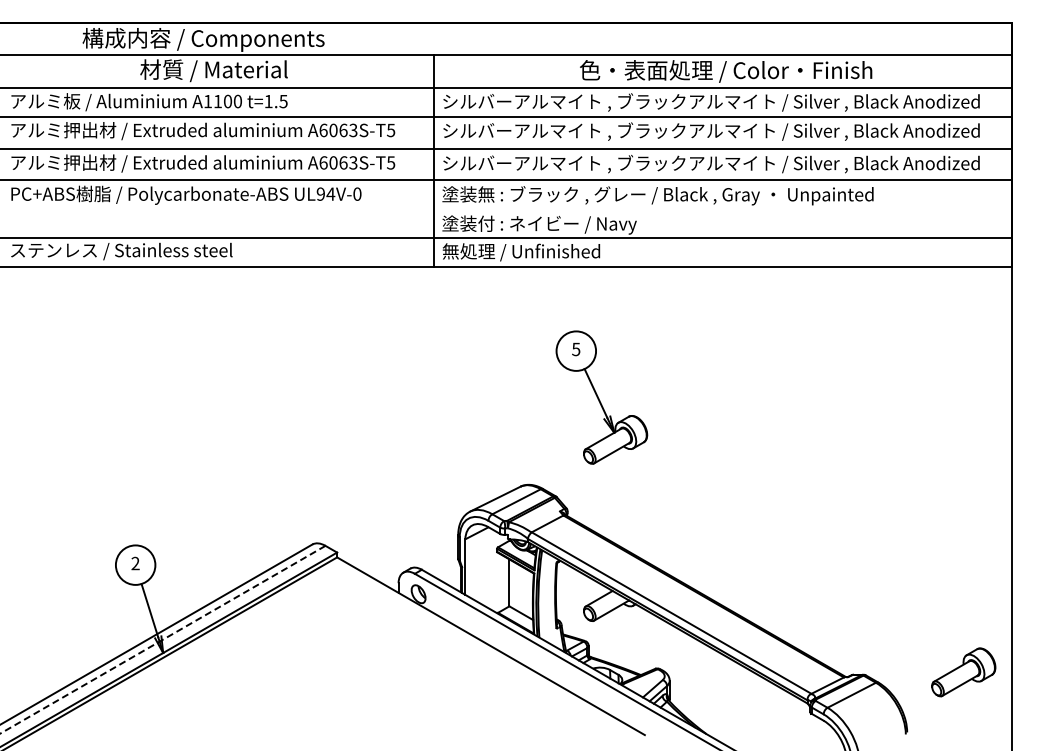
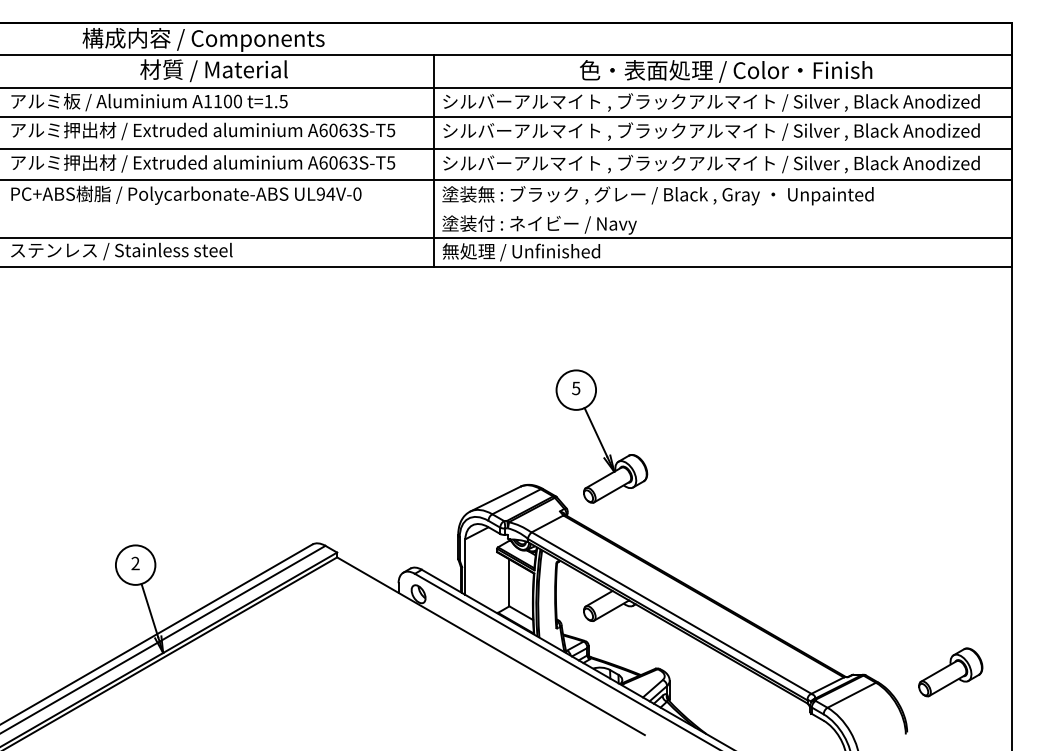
part at (601, 397) position: (601, 397) -> (601, 436)
line at (162, 639): dashed -> solid
part at (963, 672) position: (963, 672) -> (950, 672)
